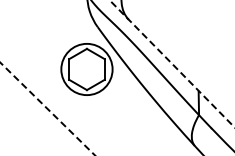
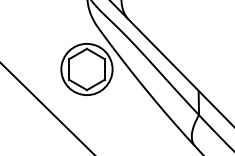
line at (172, 63): dashed -> solid
line at (48, 109): dashed -> solid
